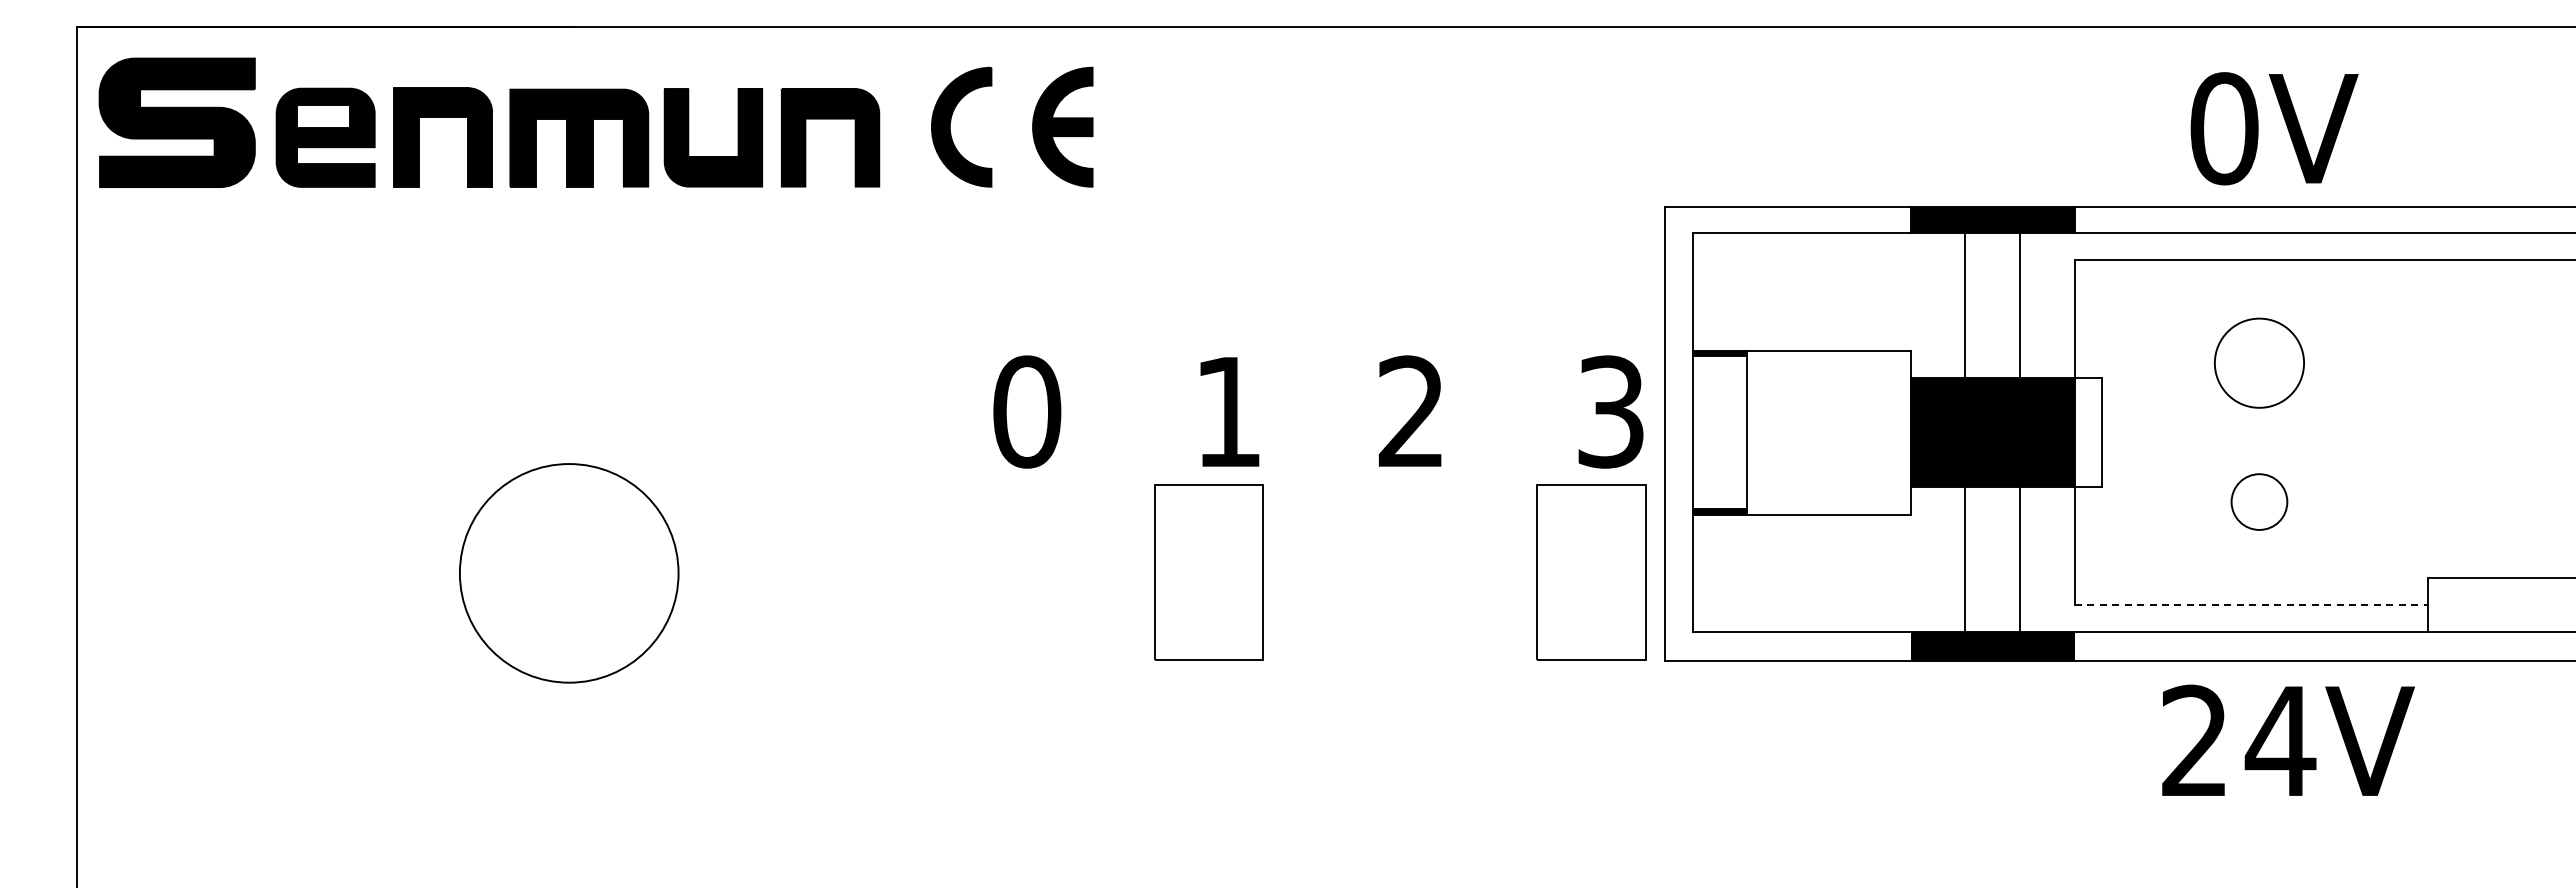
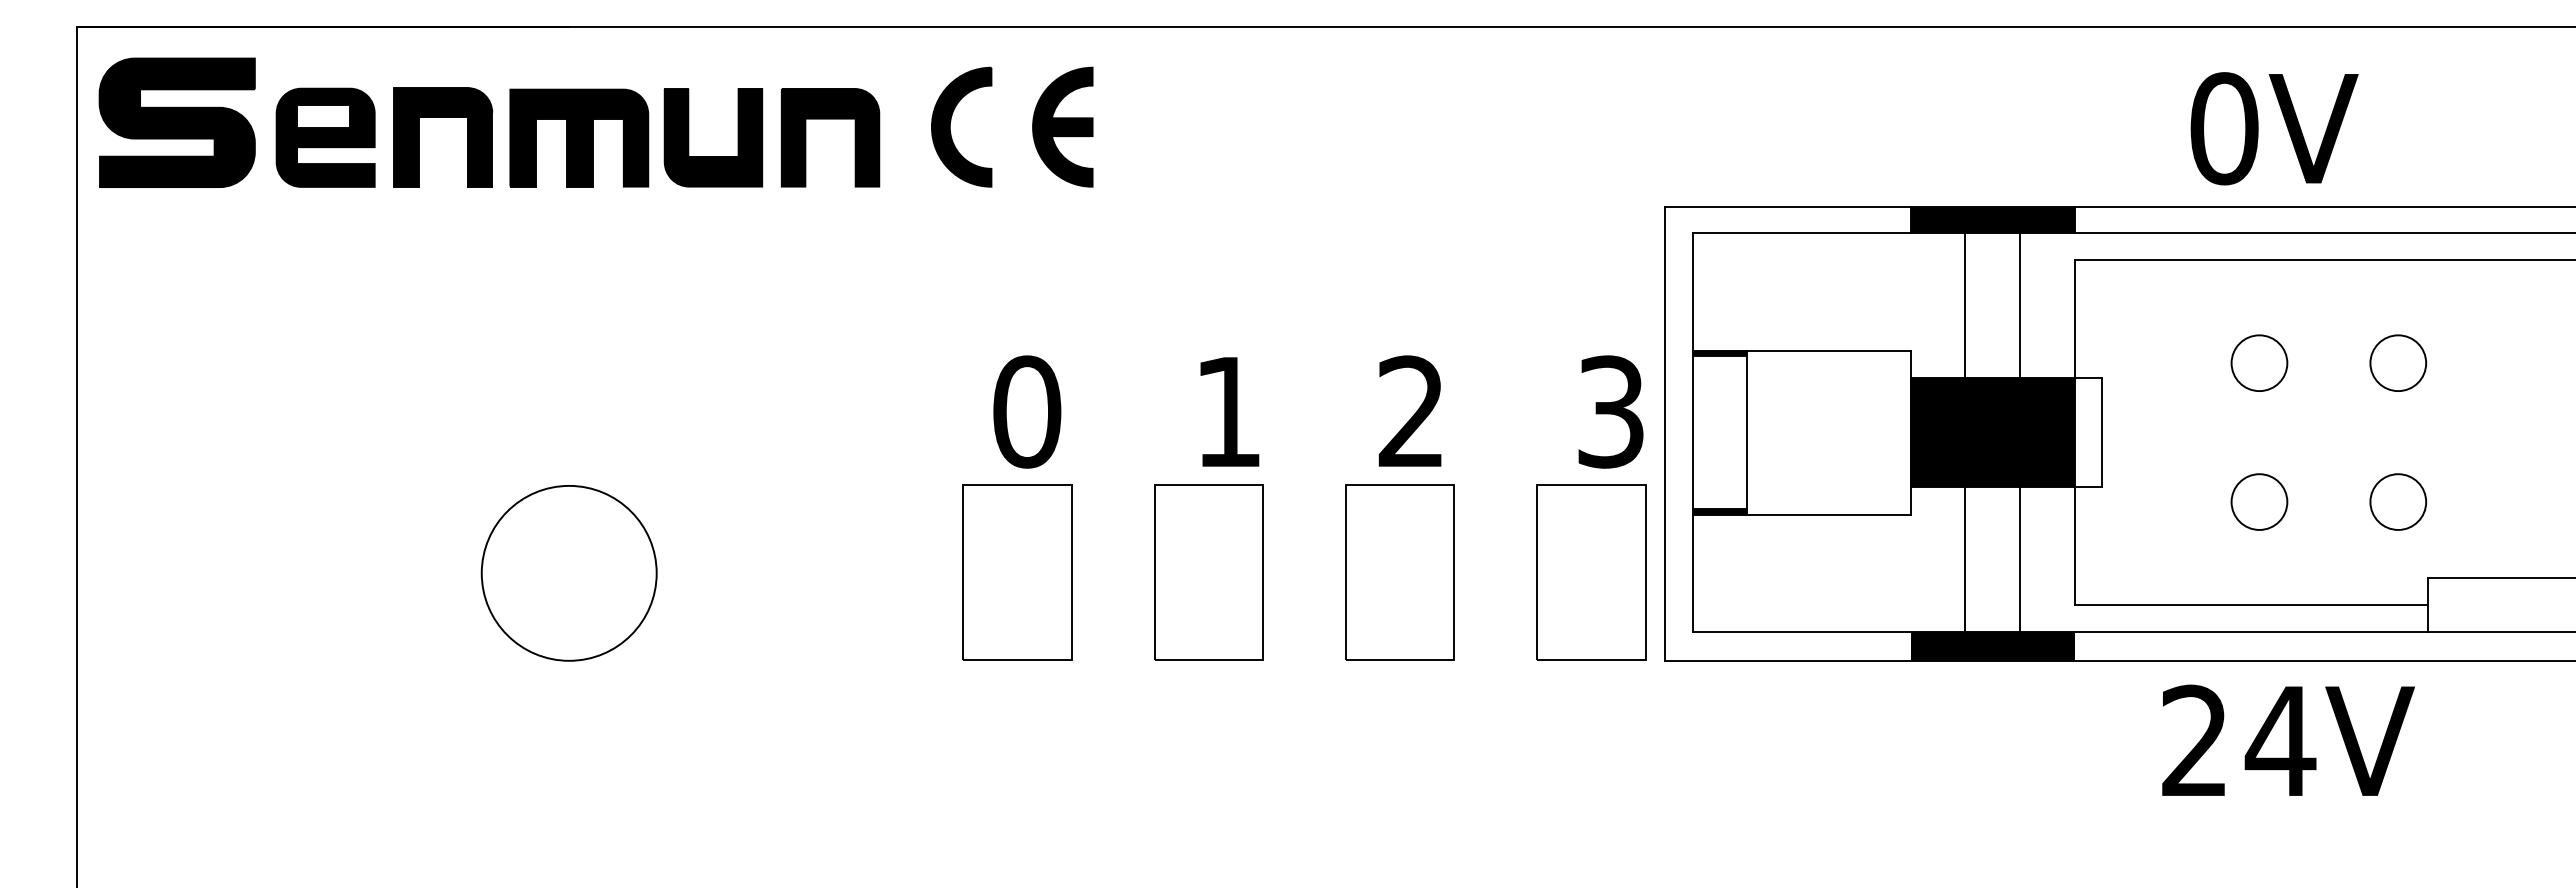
circle at (2259, 362) diameter: 89 px -> 56 px
circle at (2398, 362): none -> present
circle at (2398, 501): none -> present
part at (1017, 572): none -> present
part at (1399, 572): none -> present
circle at (568, 573) diameter: 219 px -> 175 px
line at (2251, 604): dashed -> solid
